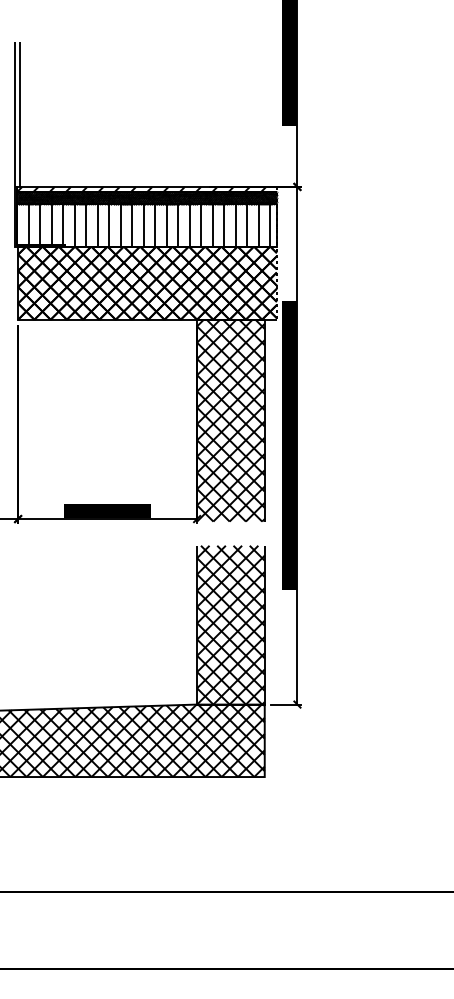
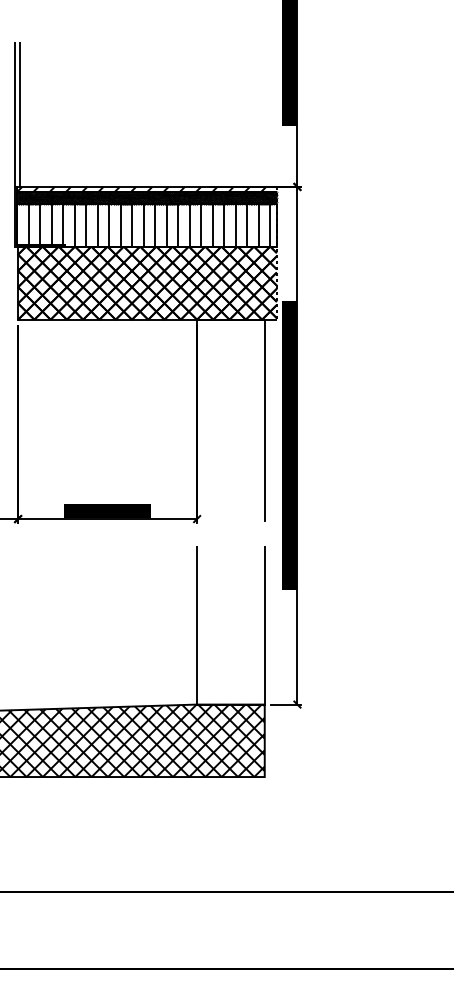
hatch at (230, 420): present -> none
hatch at (230, 624): present -> none
